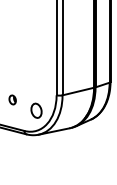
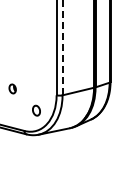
line at (62, 47): solid -> dashed
part at (12, 99) position: (12, 99) -> (12, 88)
part at (36, 110) size: 13x17 px -> 9x13 px
